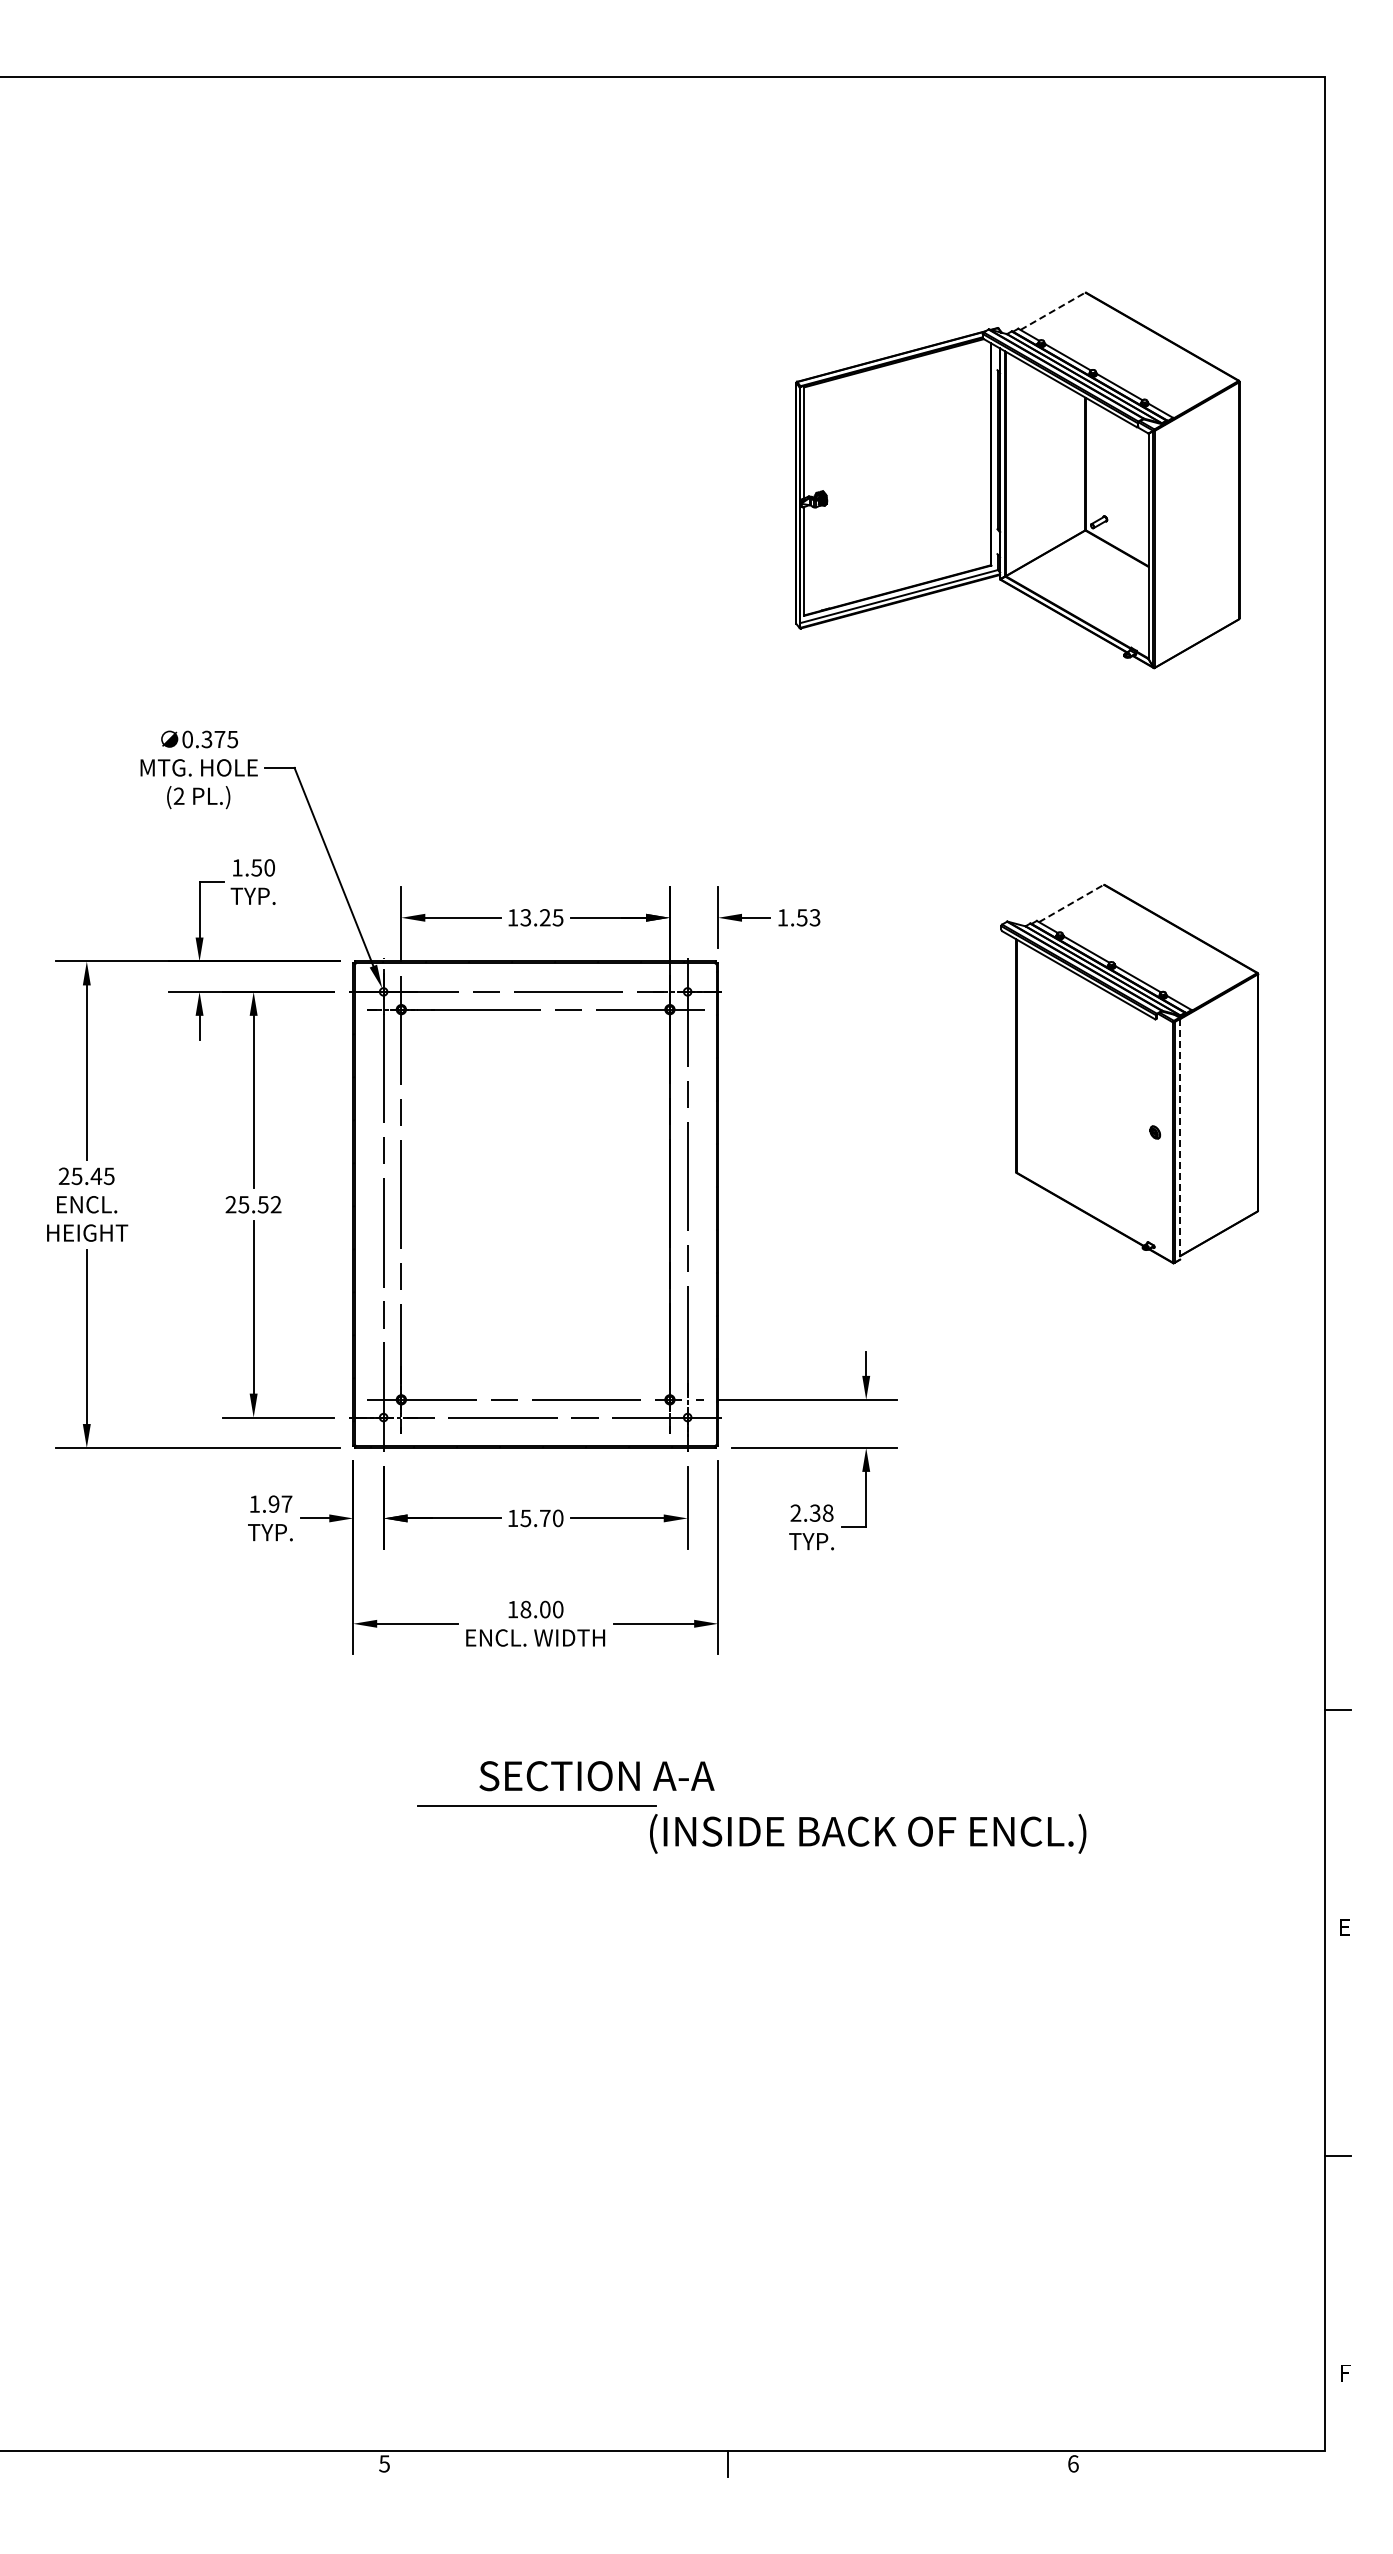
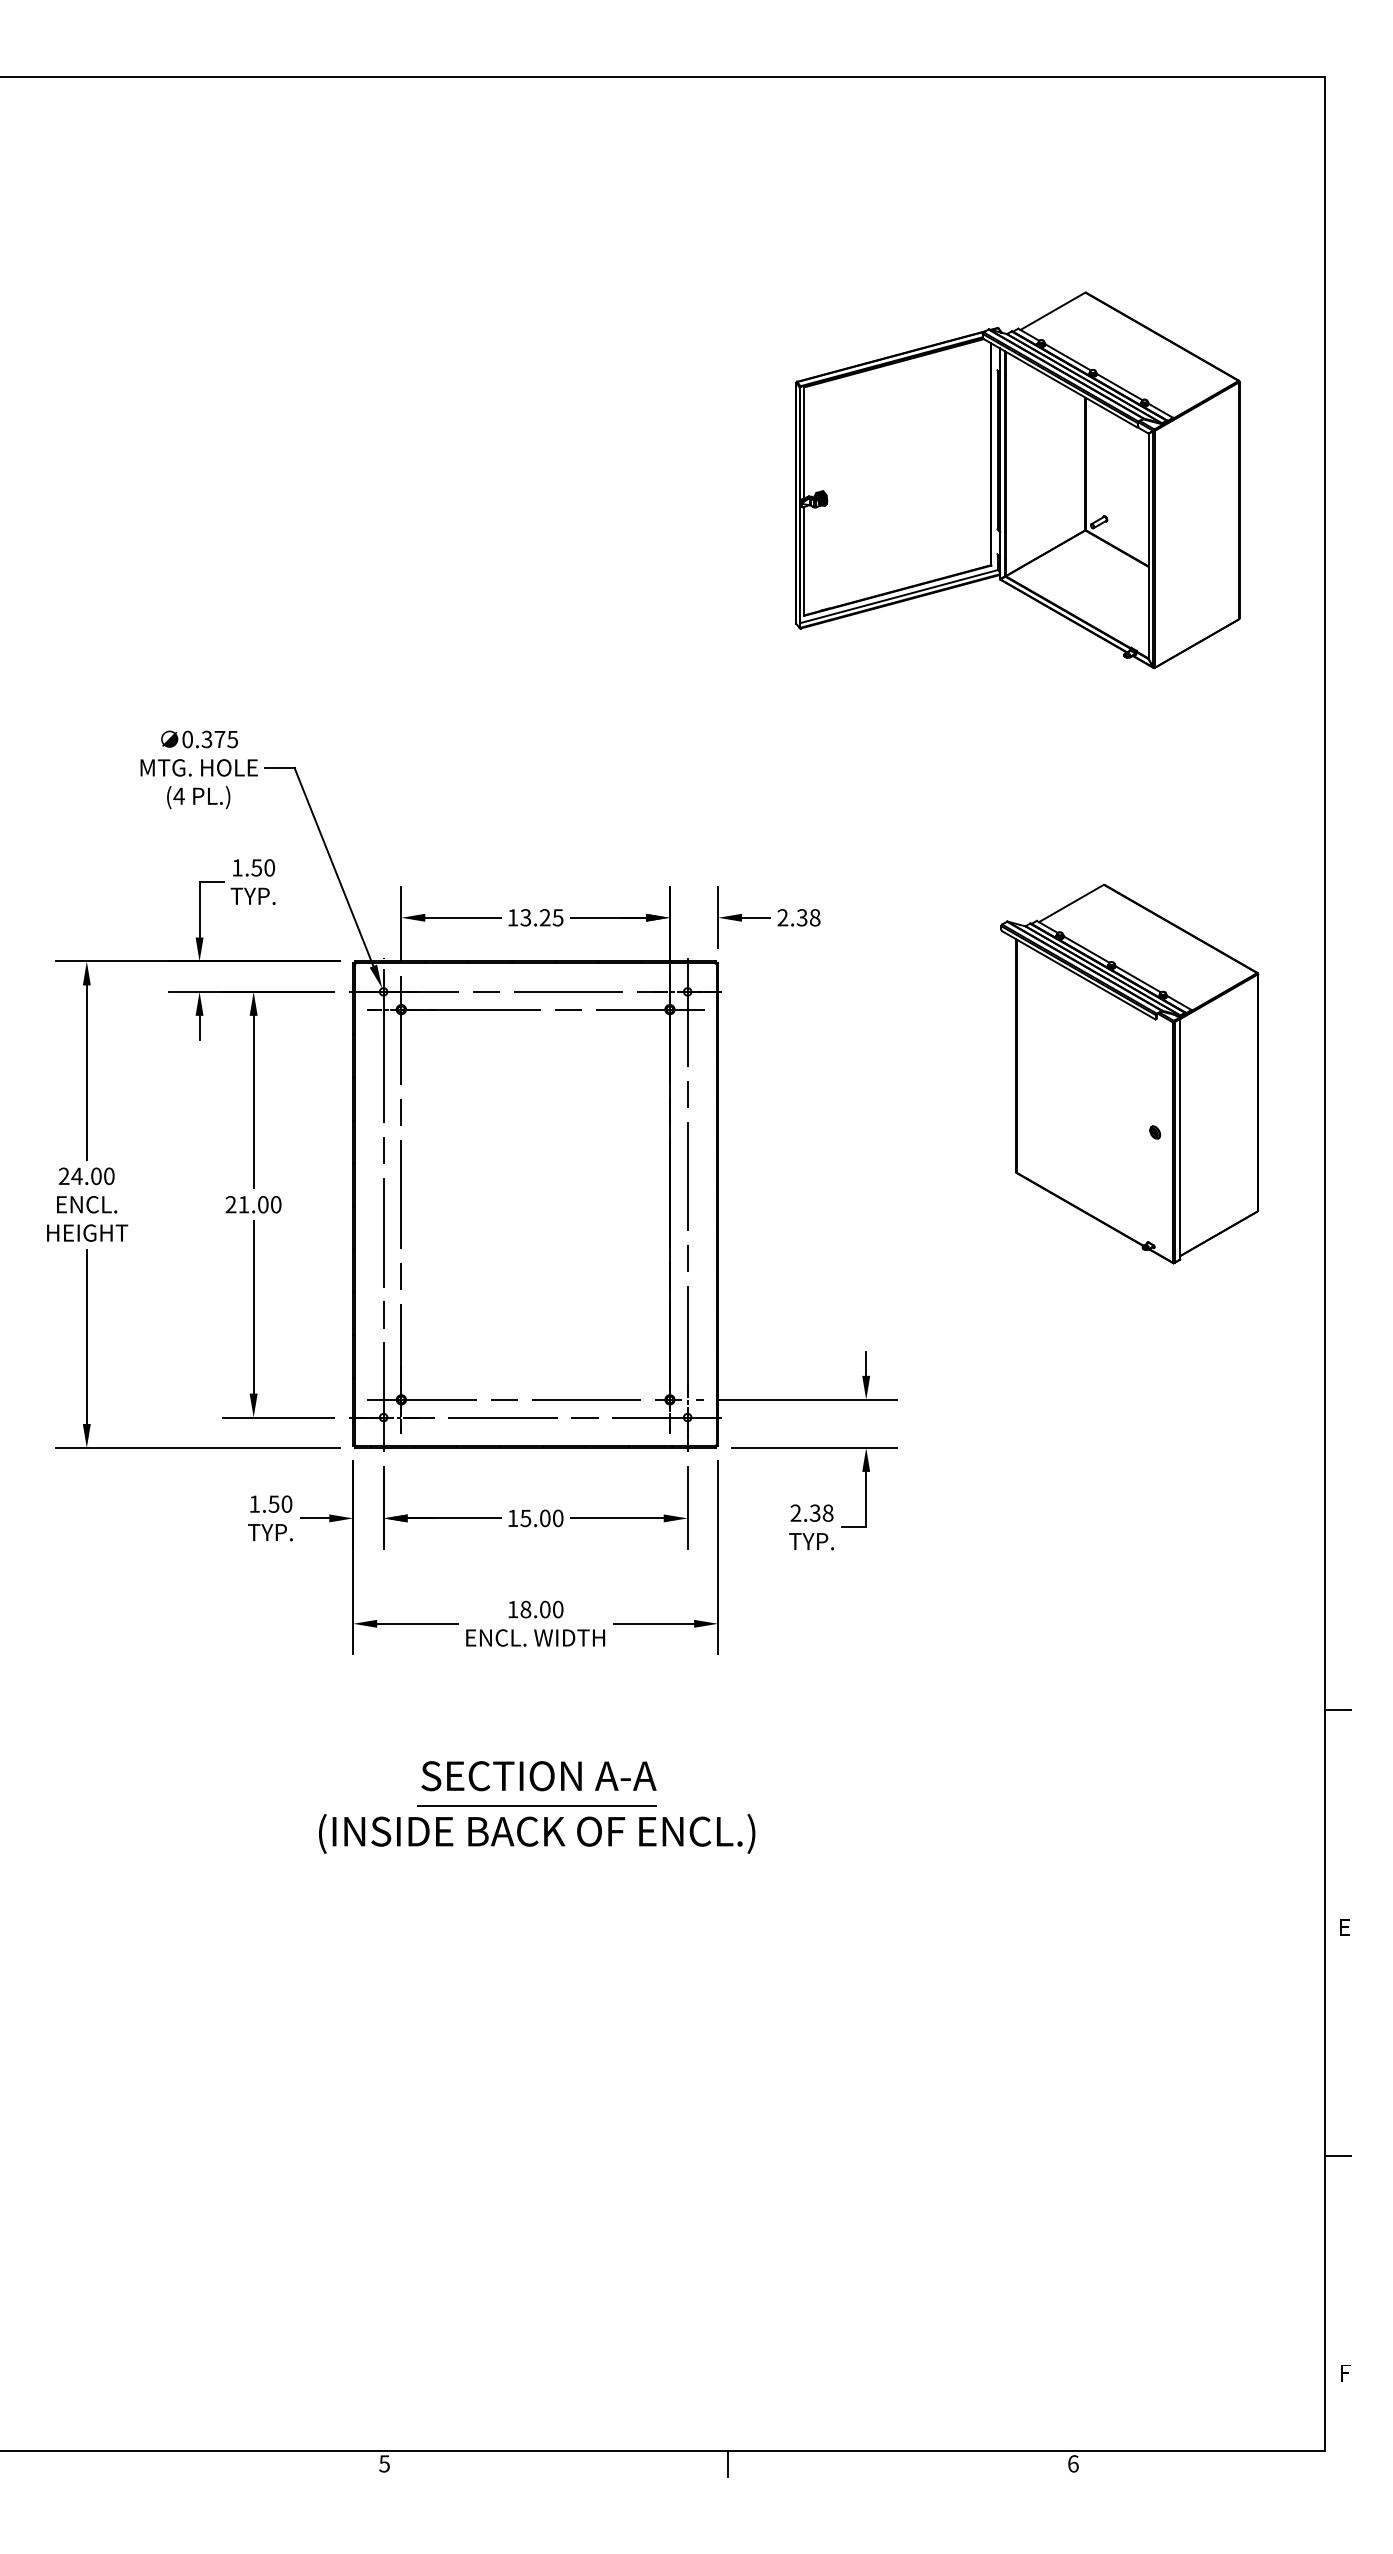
line at (1053, 311): dashed -> solid
text at (178, 795): (2 -> (4
line at (1071, 903): dashed -> solid
text at (798, 917): 1.53 -> 2.38
line at (1180, 1139): dashed -> solid
text at (92, 1176): 25.45 -> 24.00
text at (259, 1204): 25.52 -> 21.00
text at (280, 1503): 1.97 -> 1.50
text at (545, 1518): 15.70 -> 15.00
text at (596, 1776) position: (596, 1776) -> (538, 1776)
text at (868, 1833) position: (868, 1833) -> (537, 1833)
